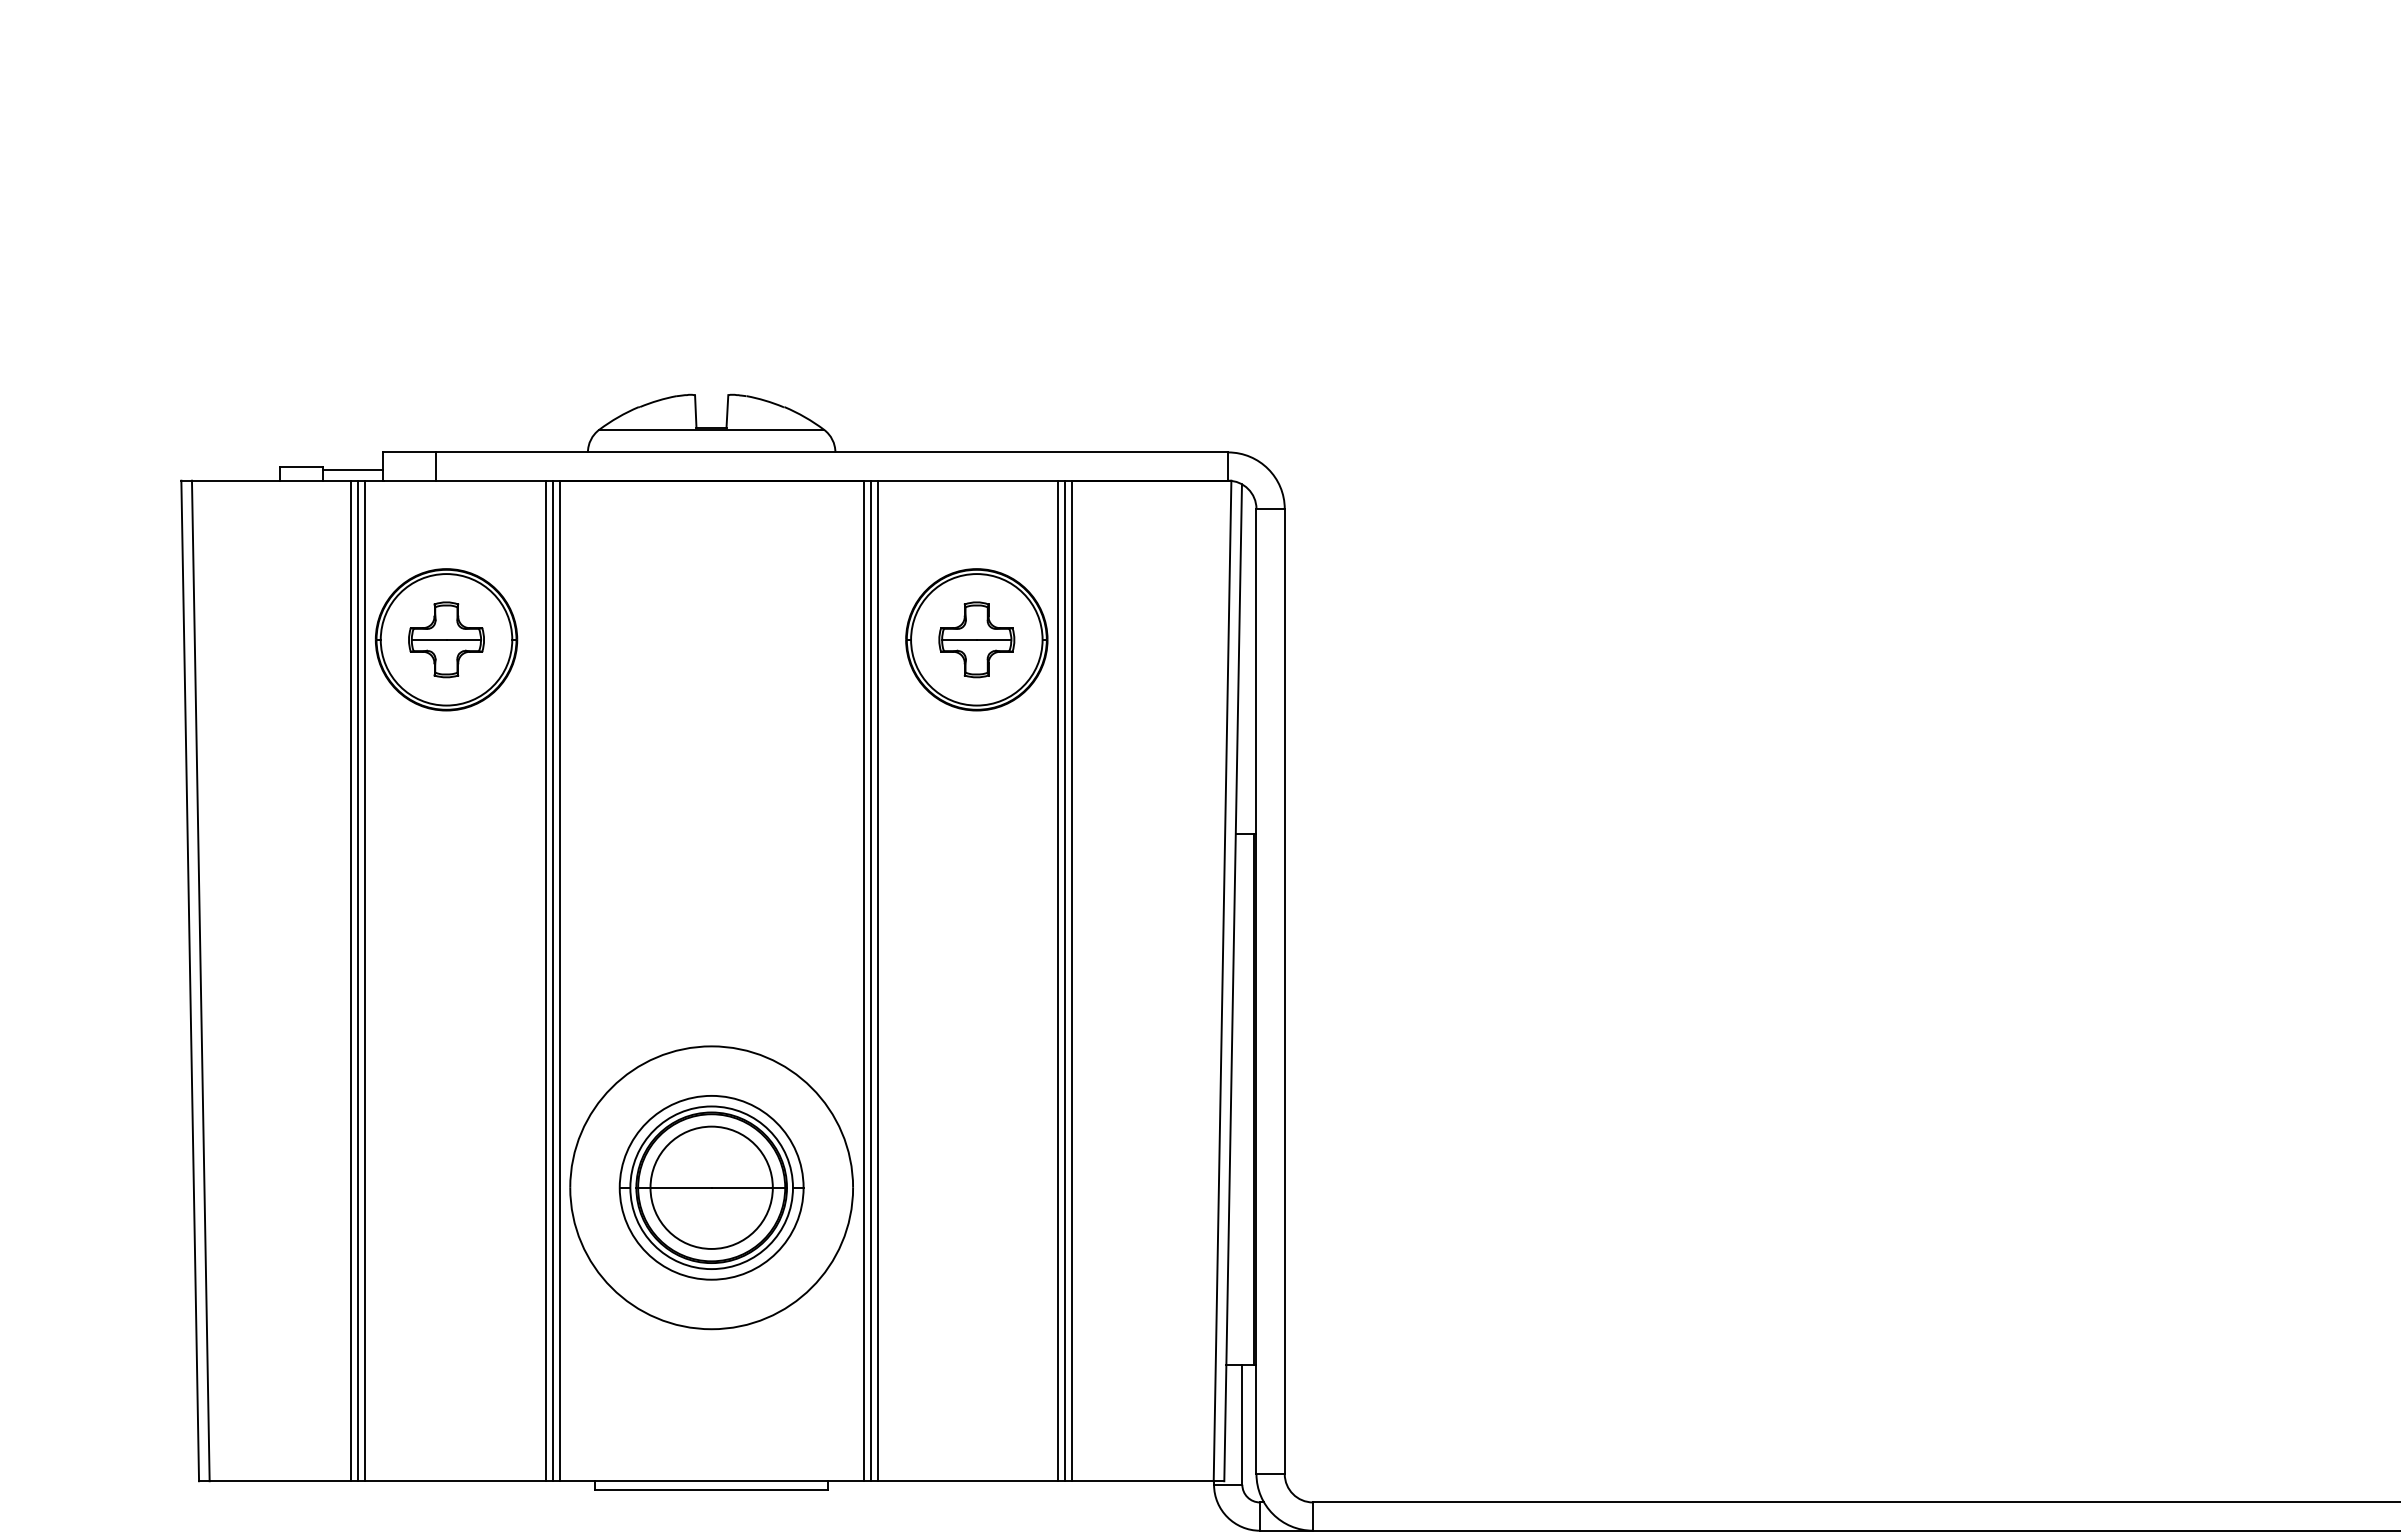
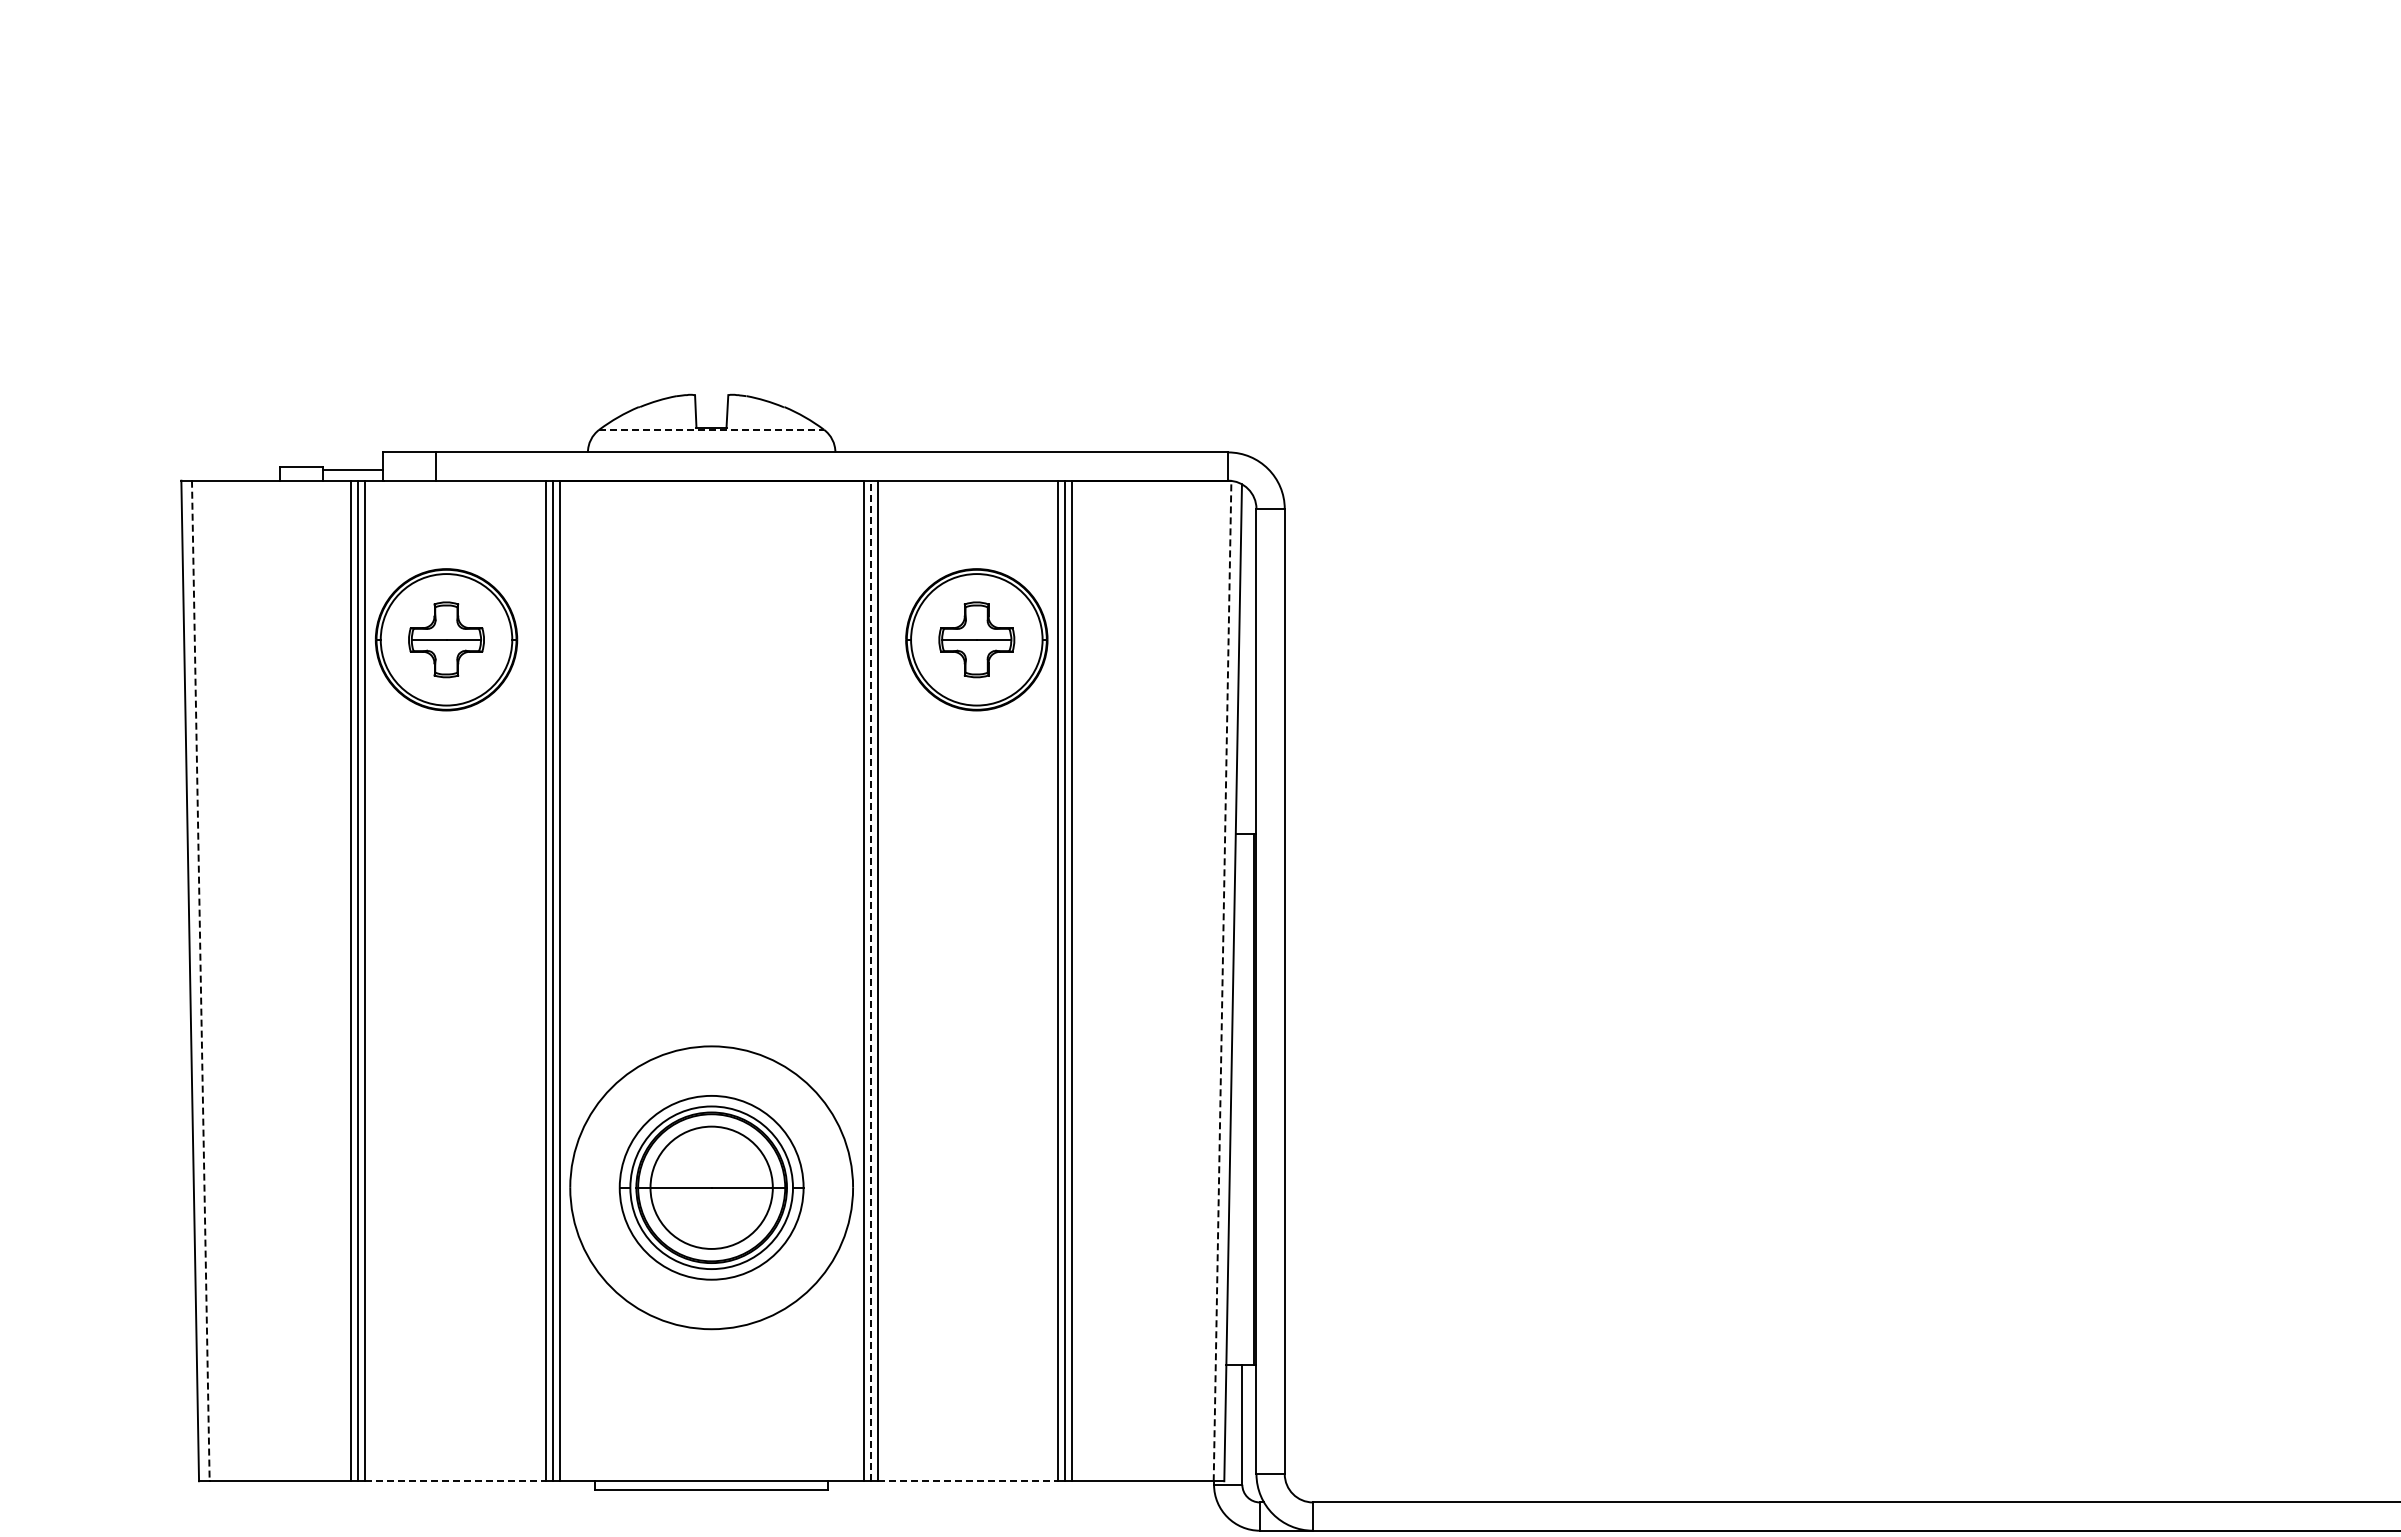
line at (712, 429): solid -> dashed
line at (870, 980): solid -> dashed
line at (1222, 980): solid -> dashed
line at (200, 981): solid -> dashed
line at (455, 1481): solid -> dashed
line at (968, 1481): solid -> dashed
